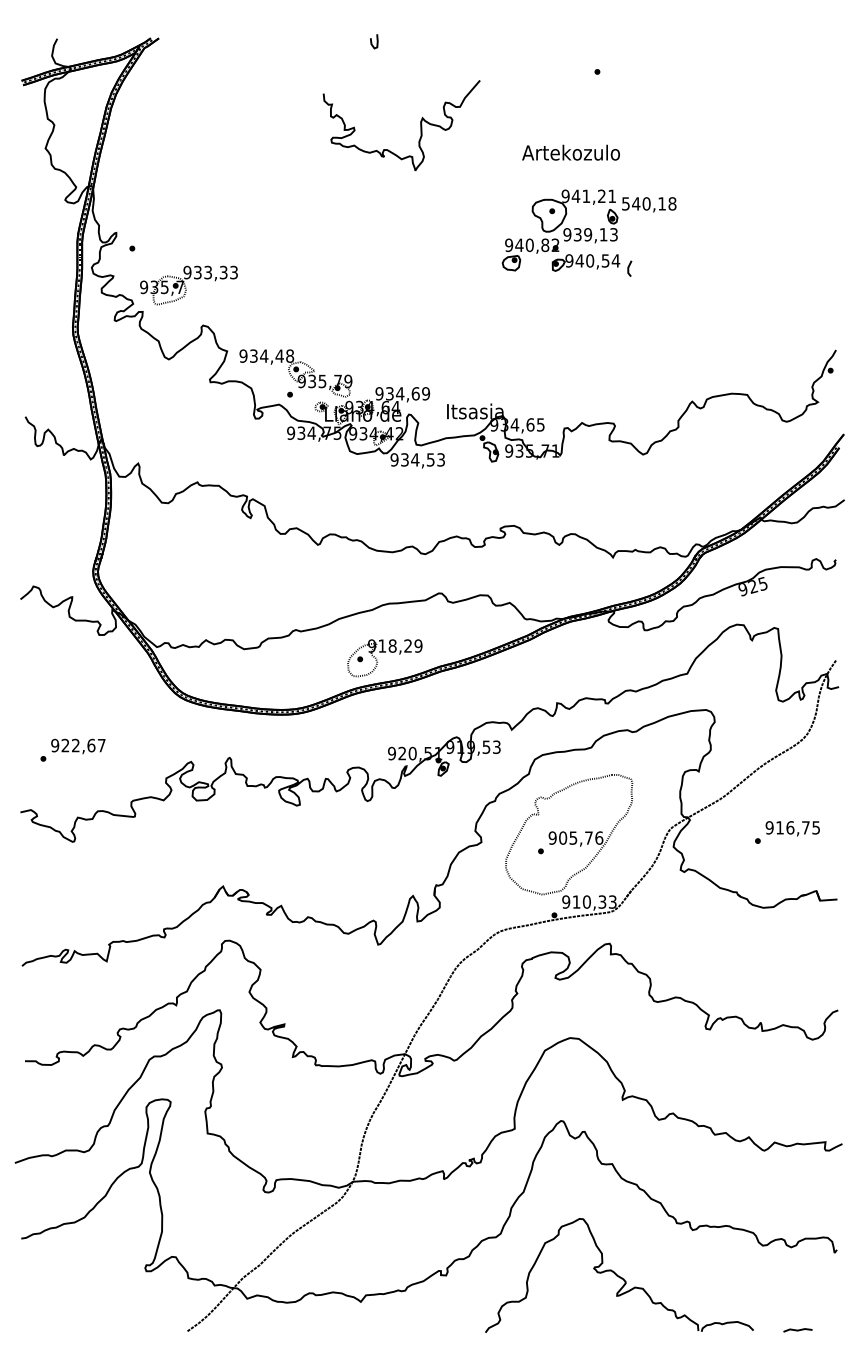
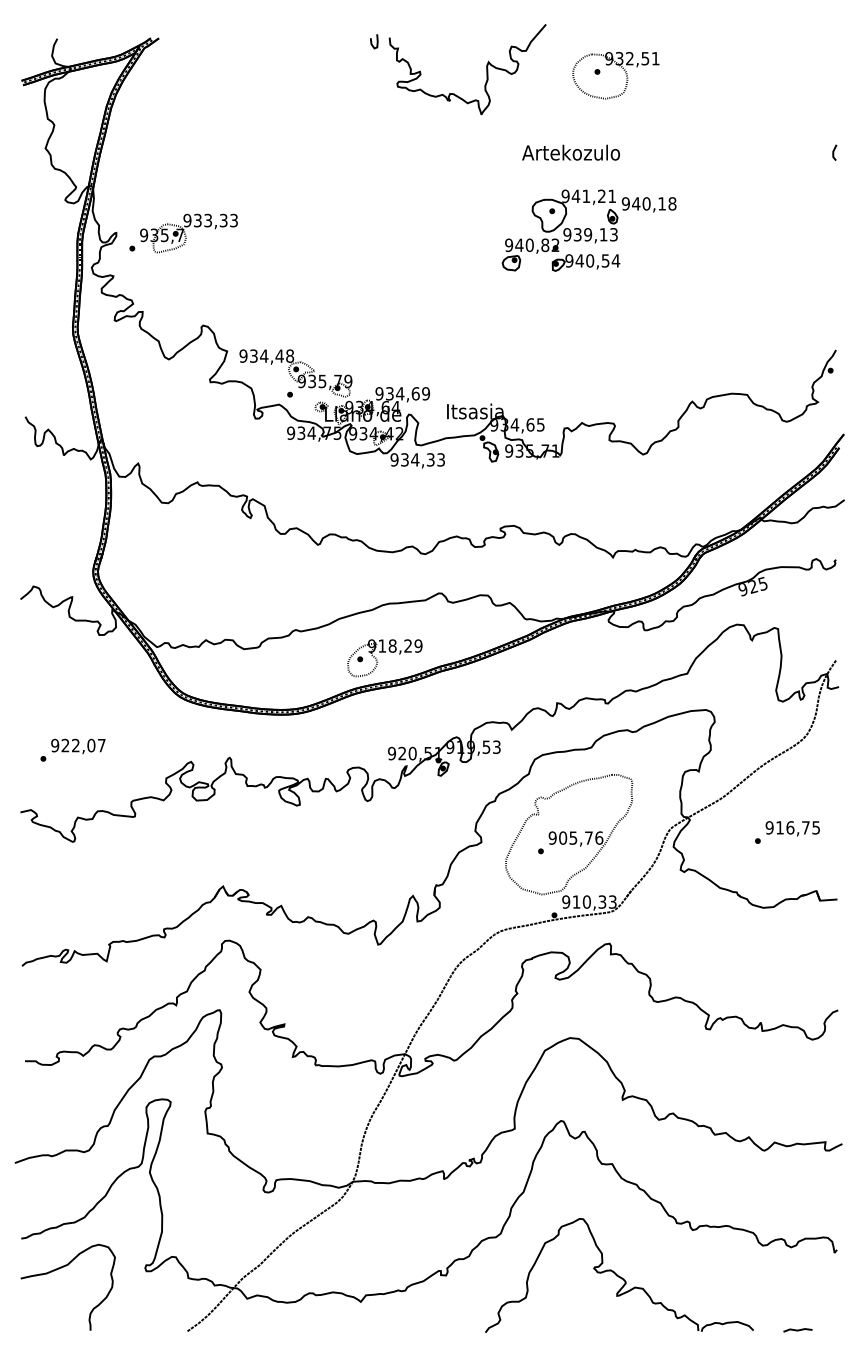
part at (623, 70): none -> present
curve at (420, 125) position: (420, 125) -> (486, 69)
text at (625, 203): 540,18 -> 940,18
line at (629, 268) position: (629, 268) -> (834, 152)
part at (188, 285) position: (188, 285) -> (188, 233)
text at (430, 459): 934,53 -> 934,33
text at (91, 744): 922,67 -> 922,07
curve at (59, 1269): none -> present
